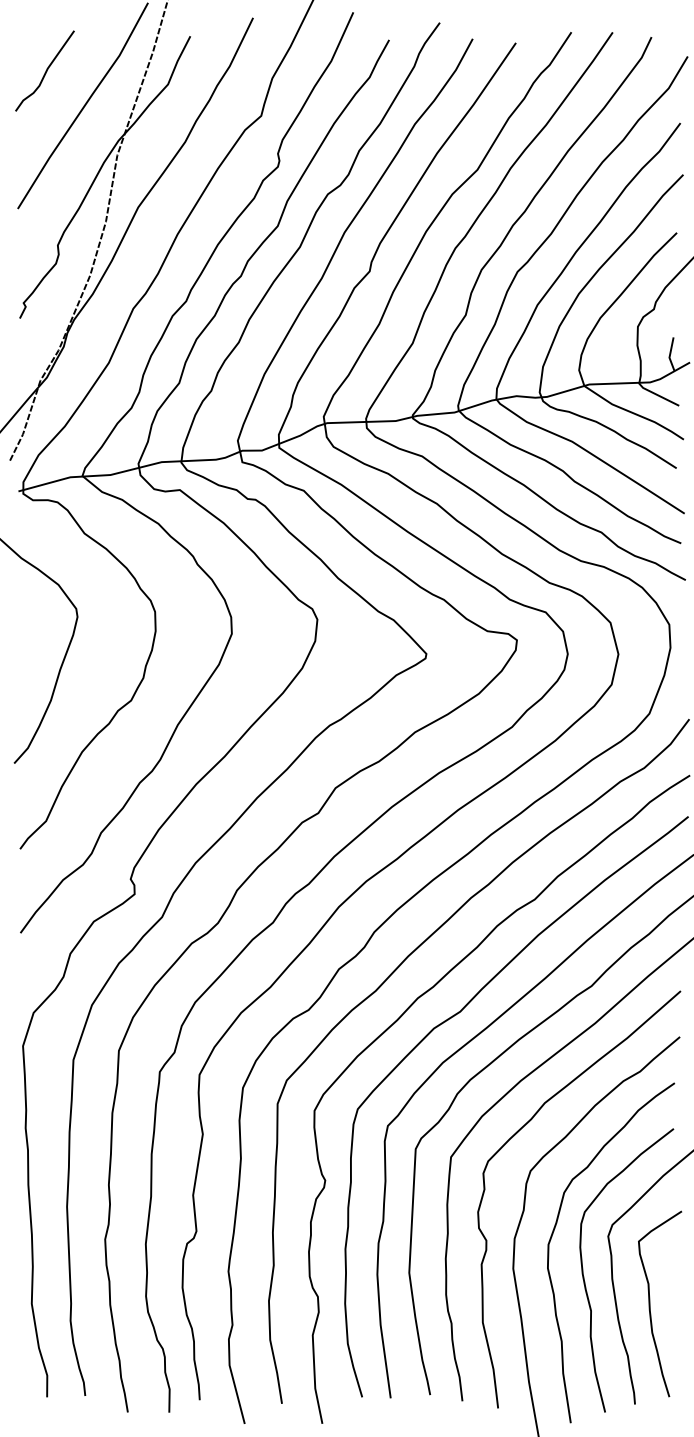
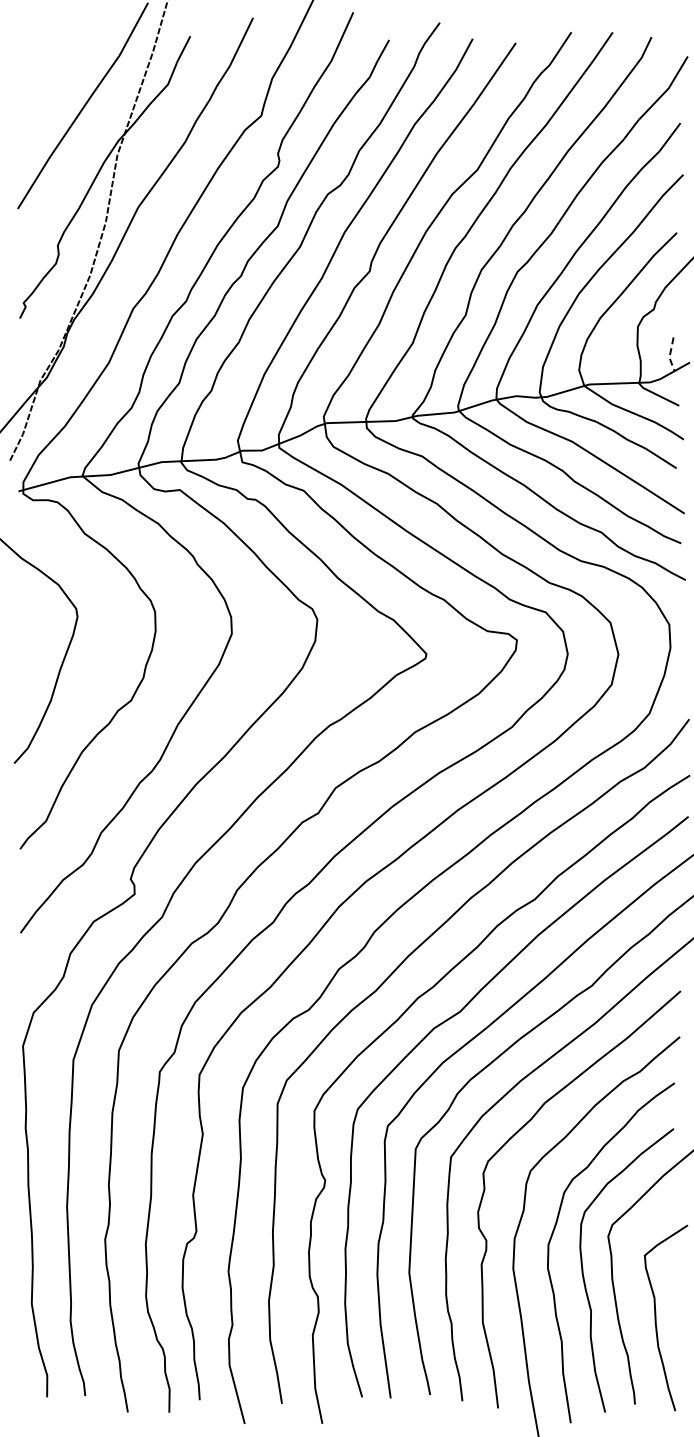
curve at (45, 70): present -> none
line at (669, 355): solid -> dashed
curve at (650, 1303) position: (650, 1303) -> (656, 1317)
